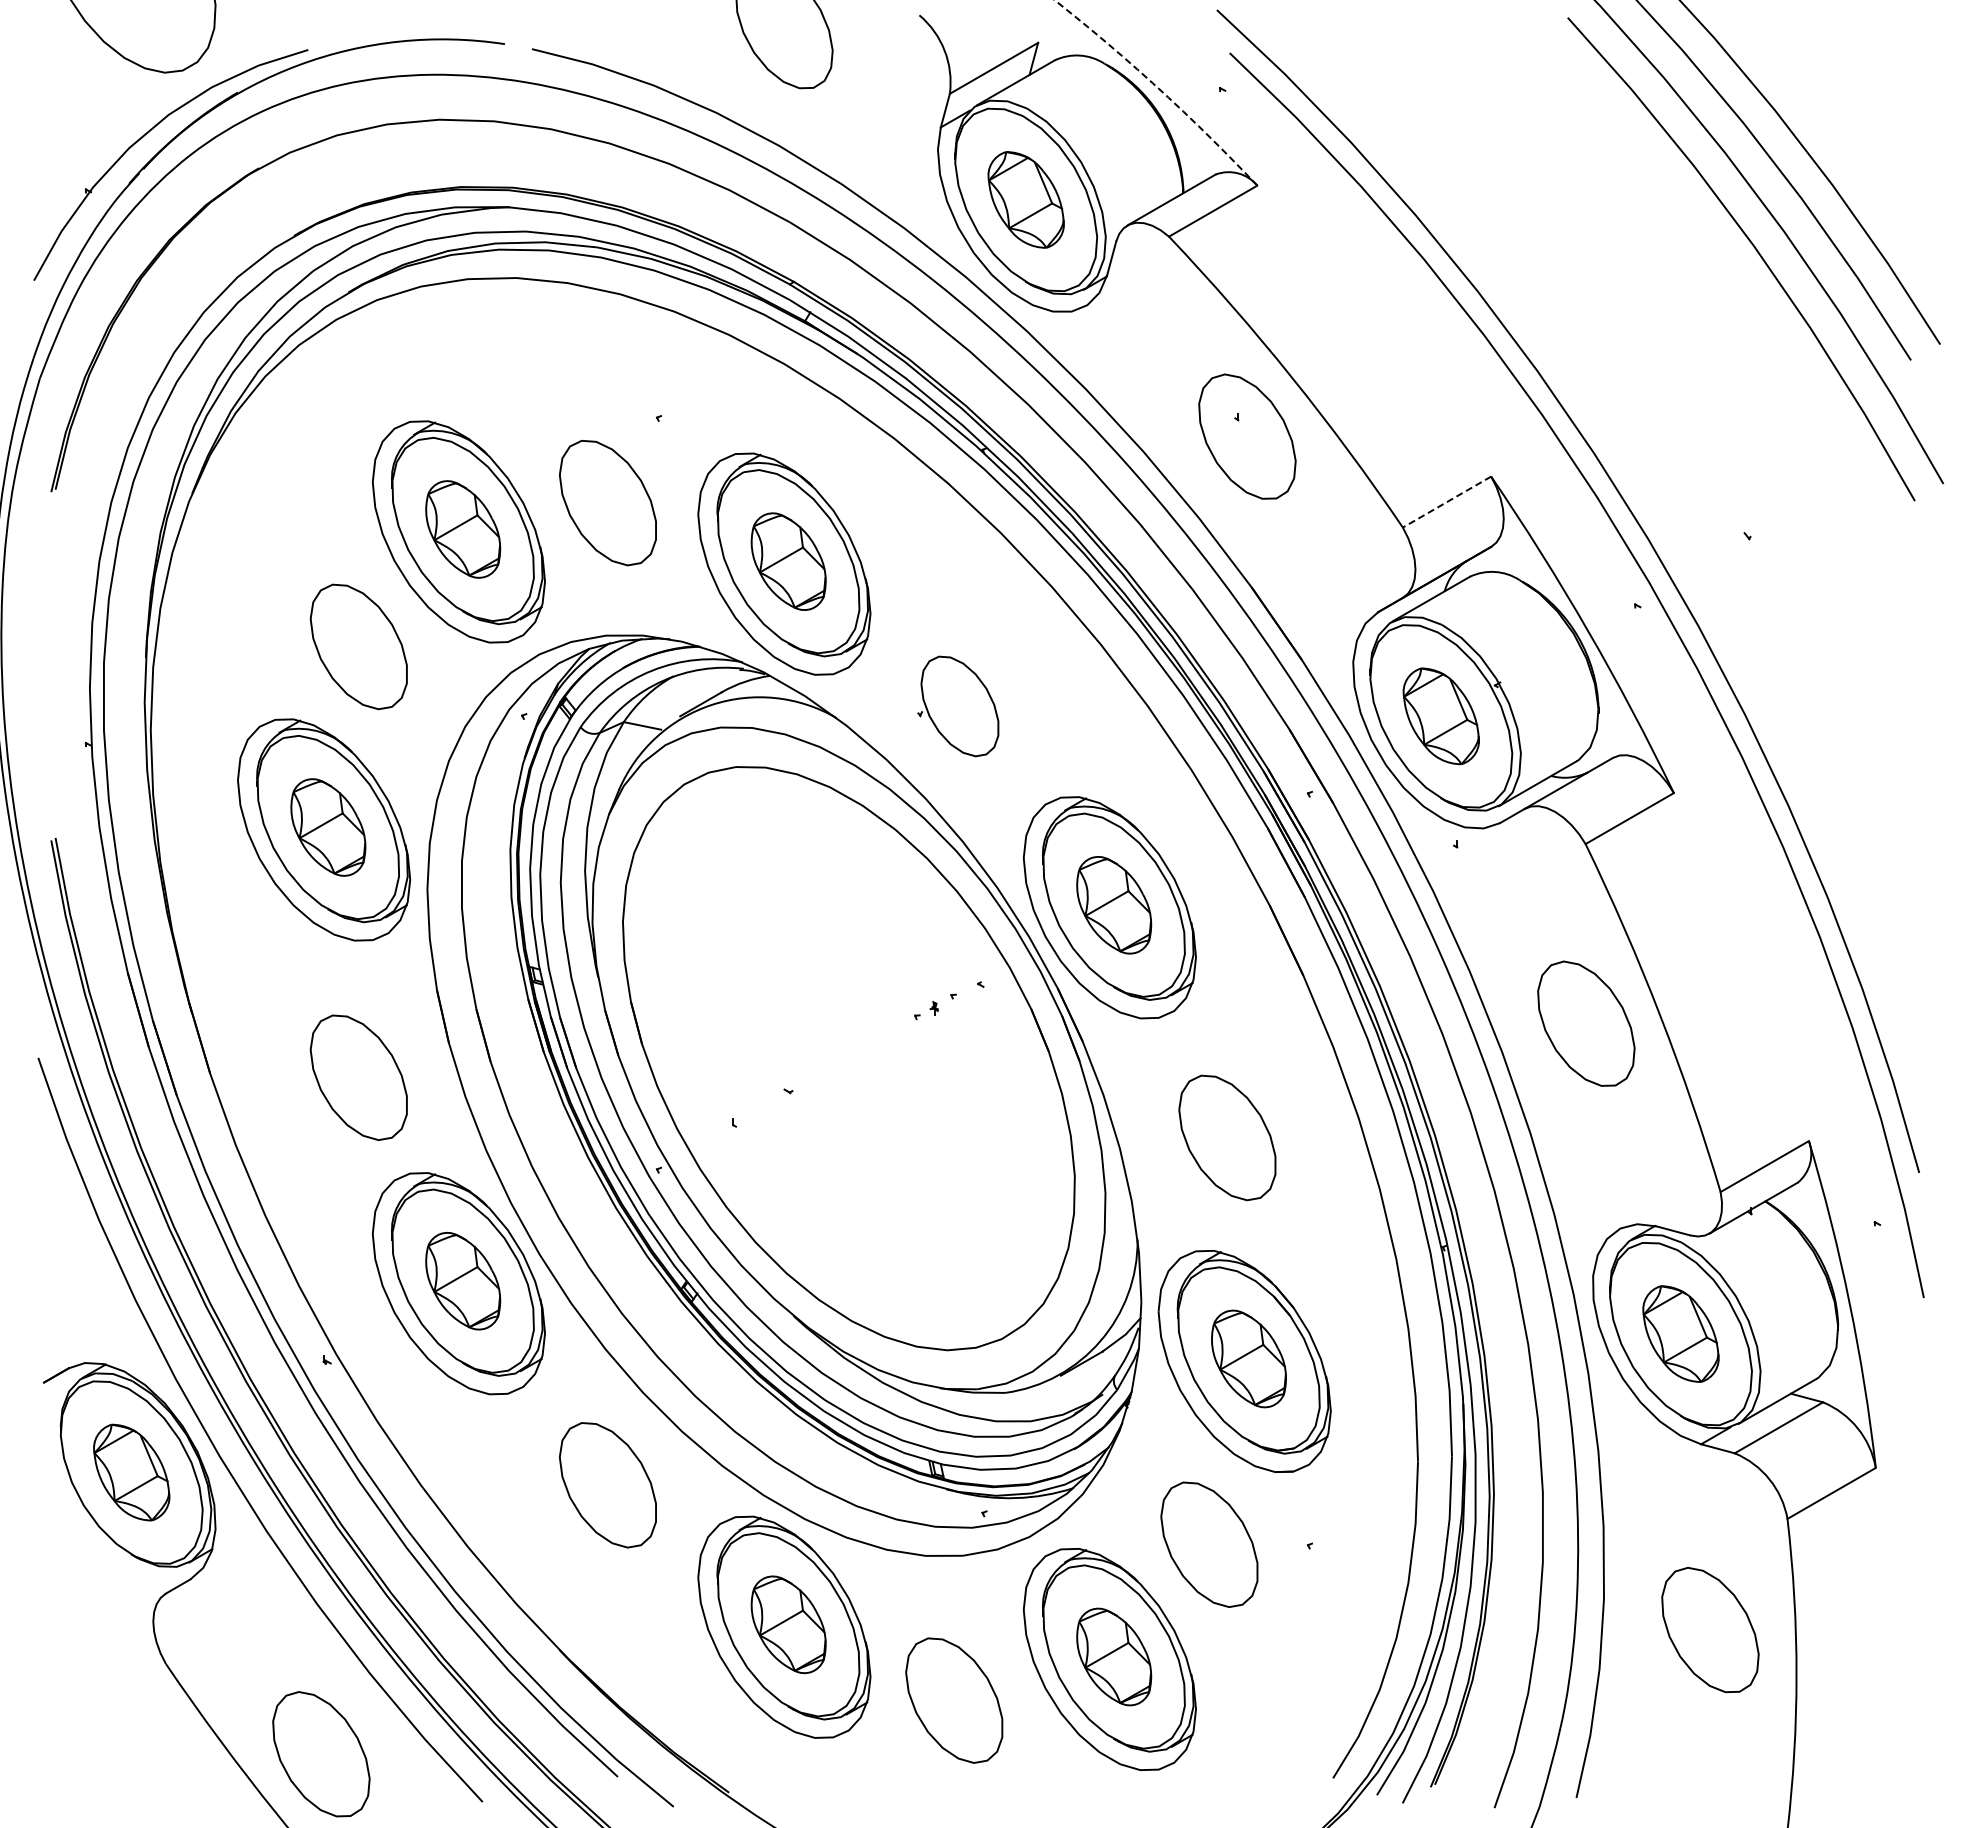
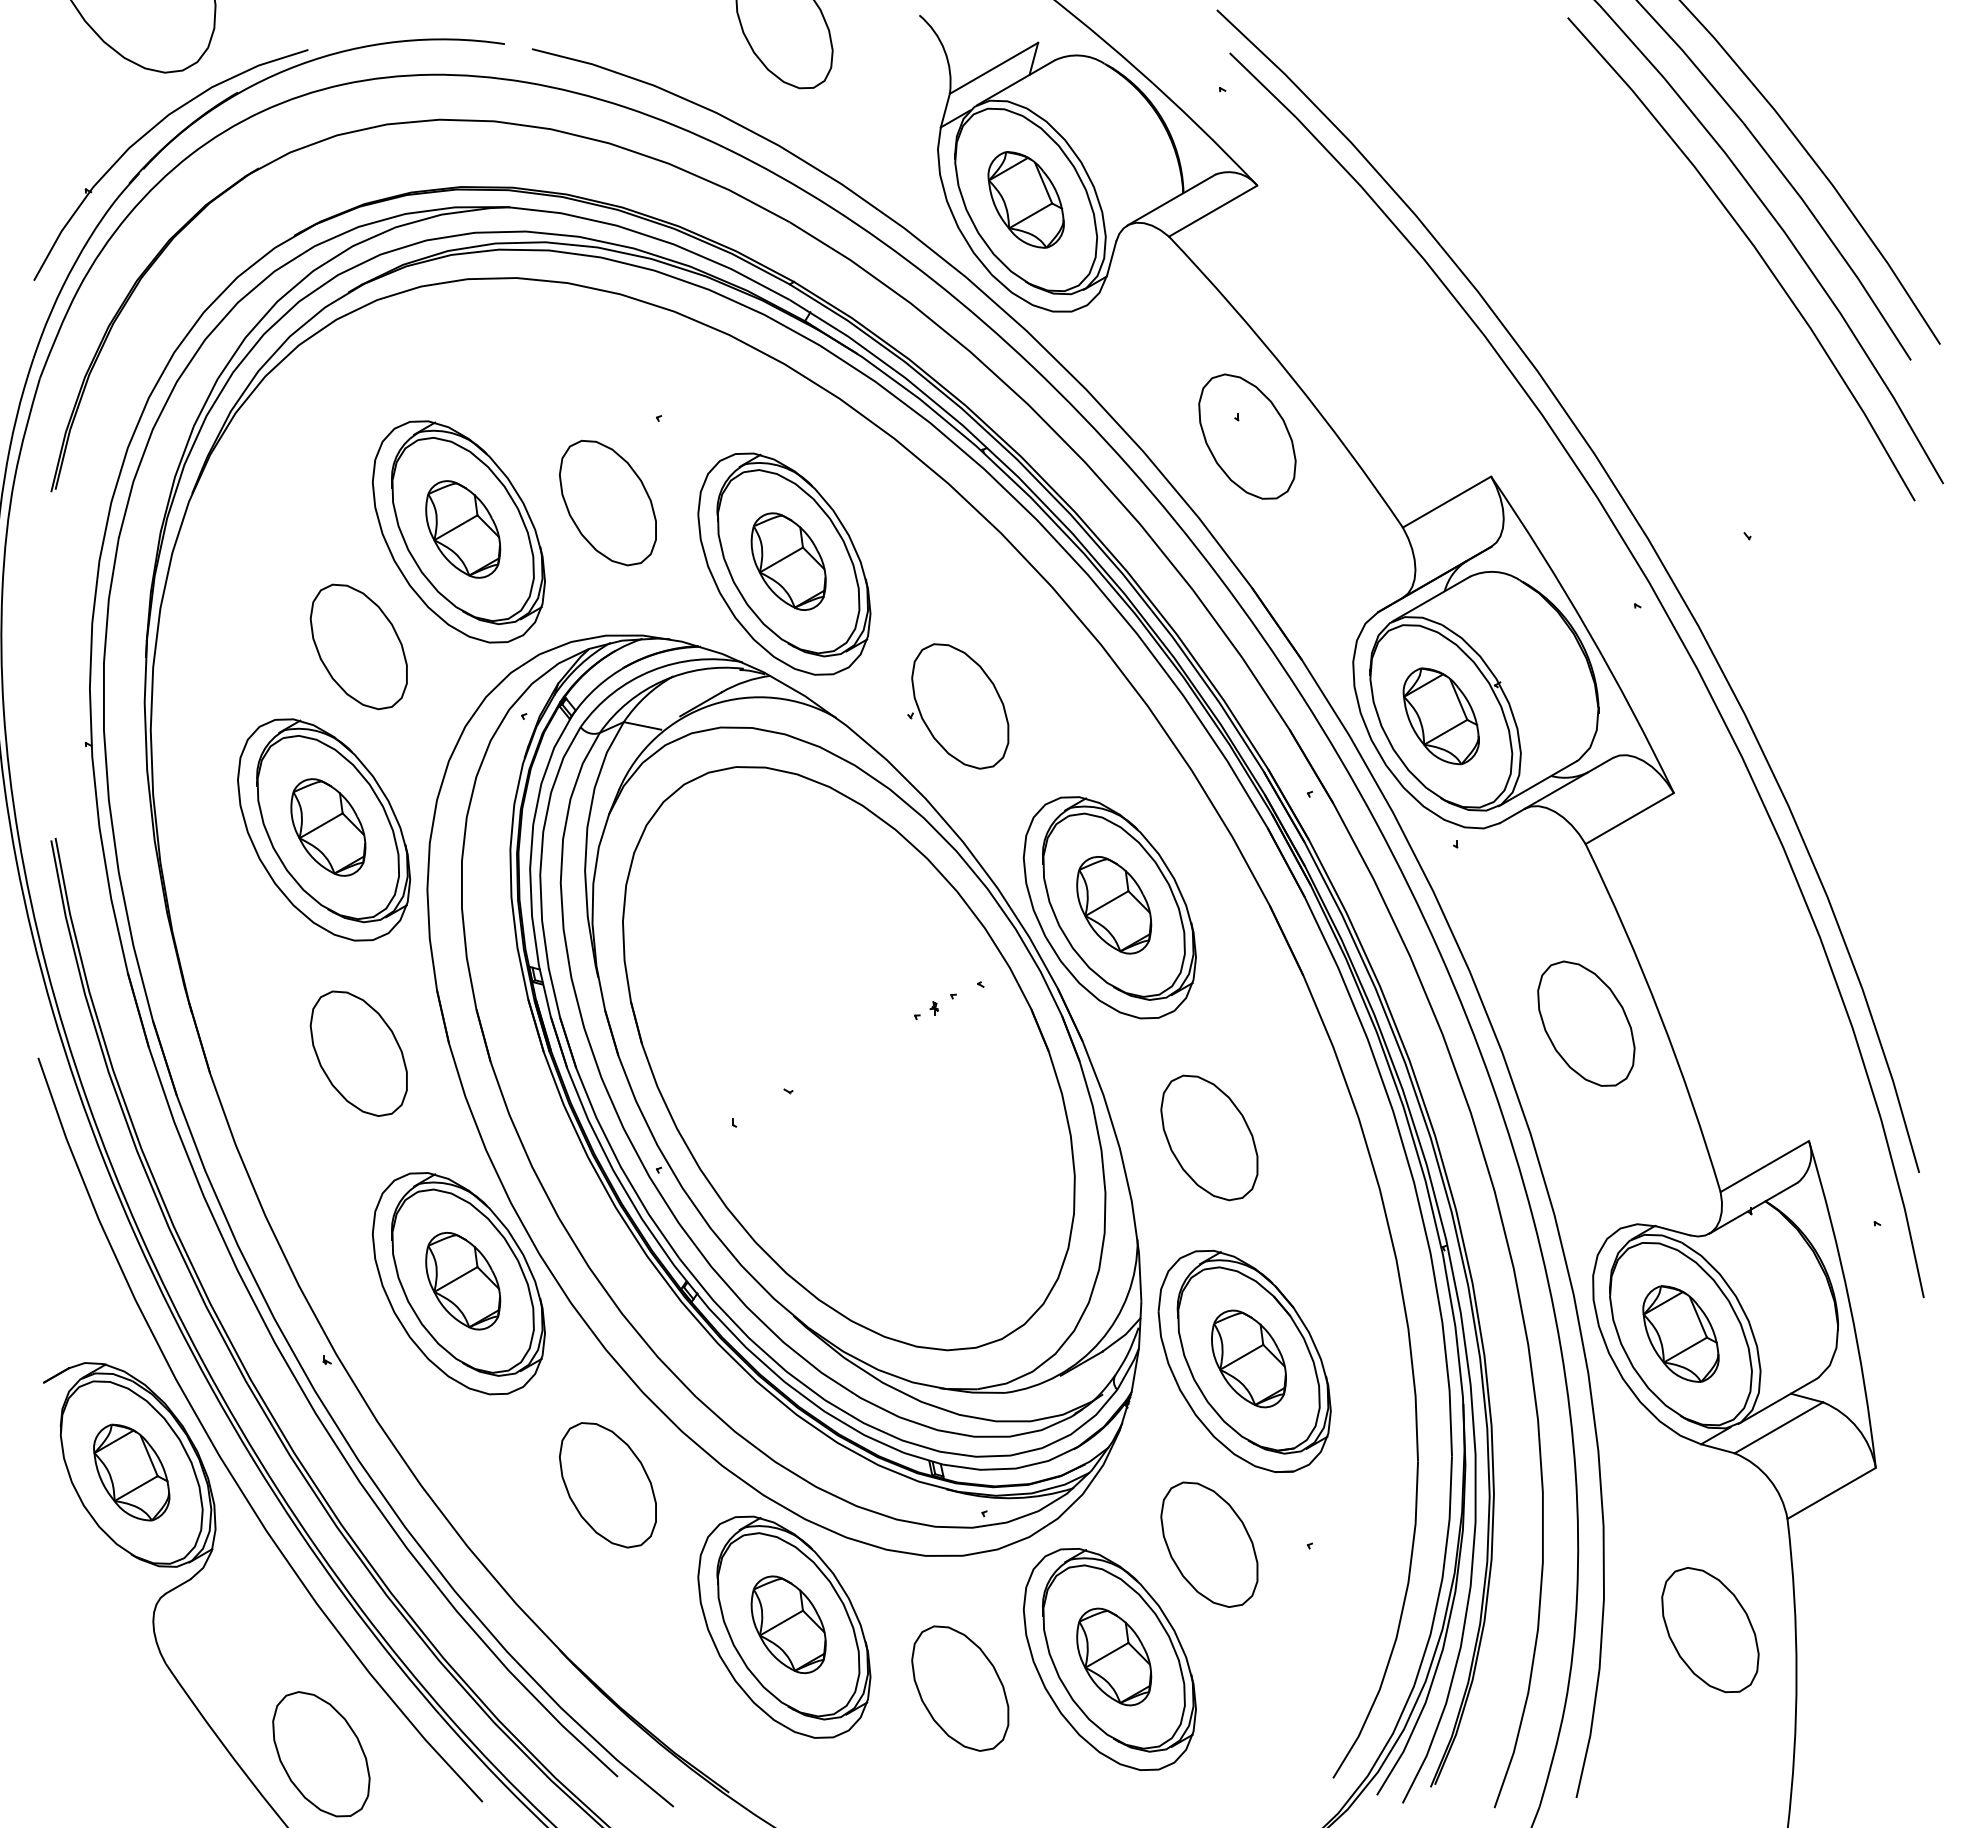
arc at (1158, 88): dashed -> solid
line at (1447, 502): dashed -> solid
part at (958, 706) size: 83x103 px -> 103x127 px
part at (358, 1077) position: (358, 1077) -> (358, 1053)
part at (1227, 1137) position: (1227, 1137) -> (1209, 1137)
part at (954, 1700) position: (954, 1700) -> (960, 1688)
